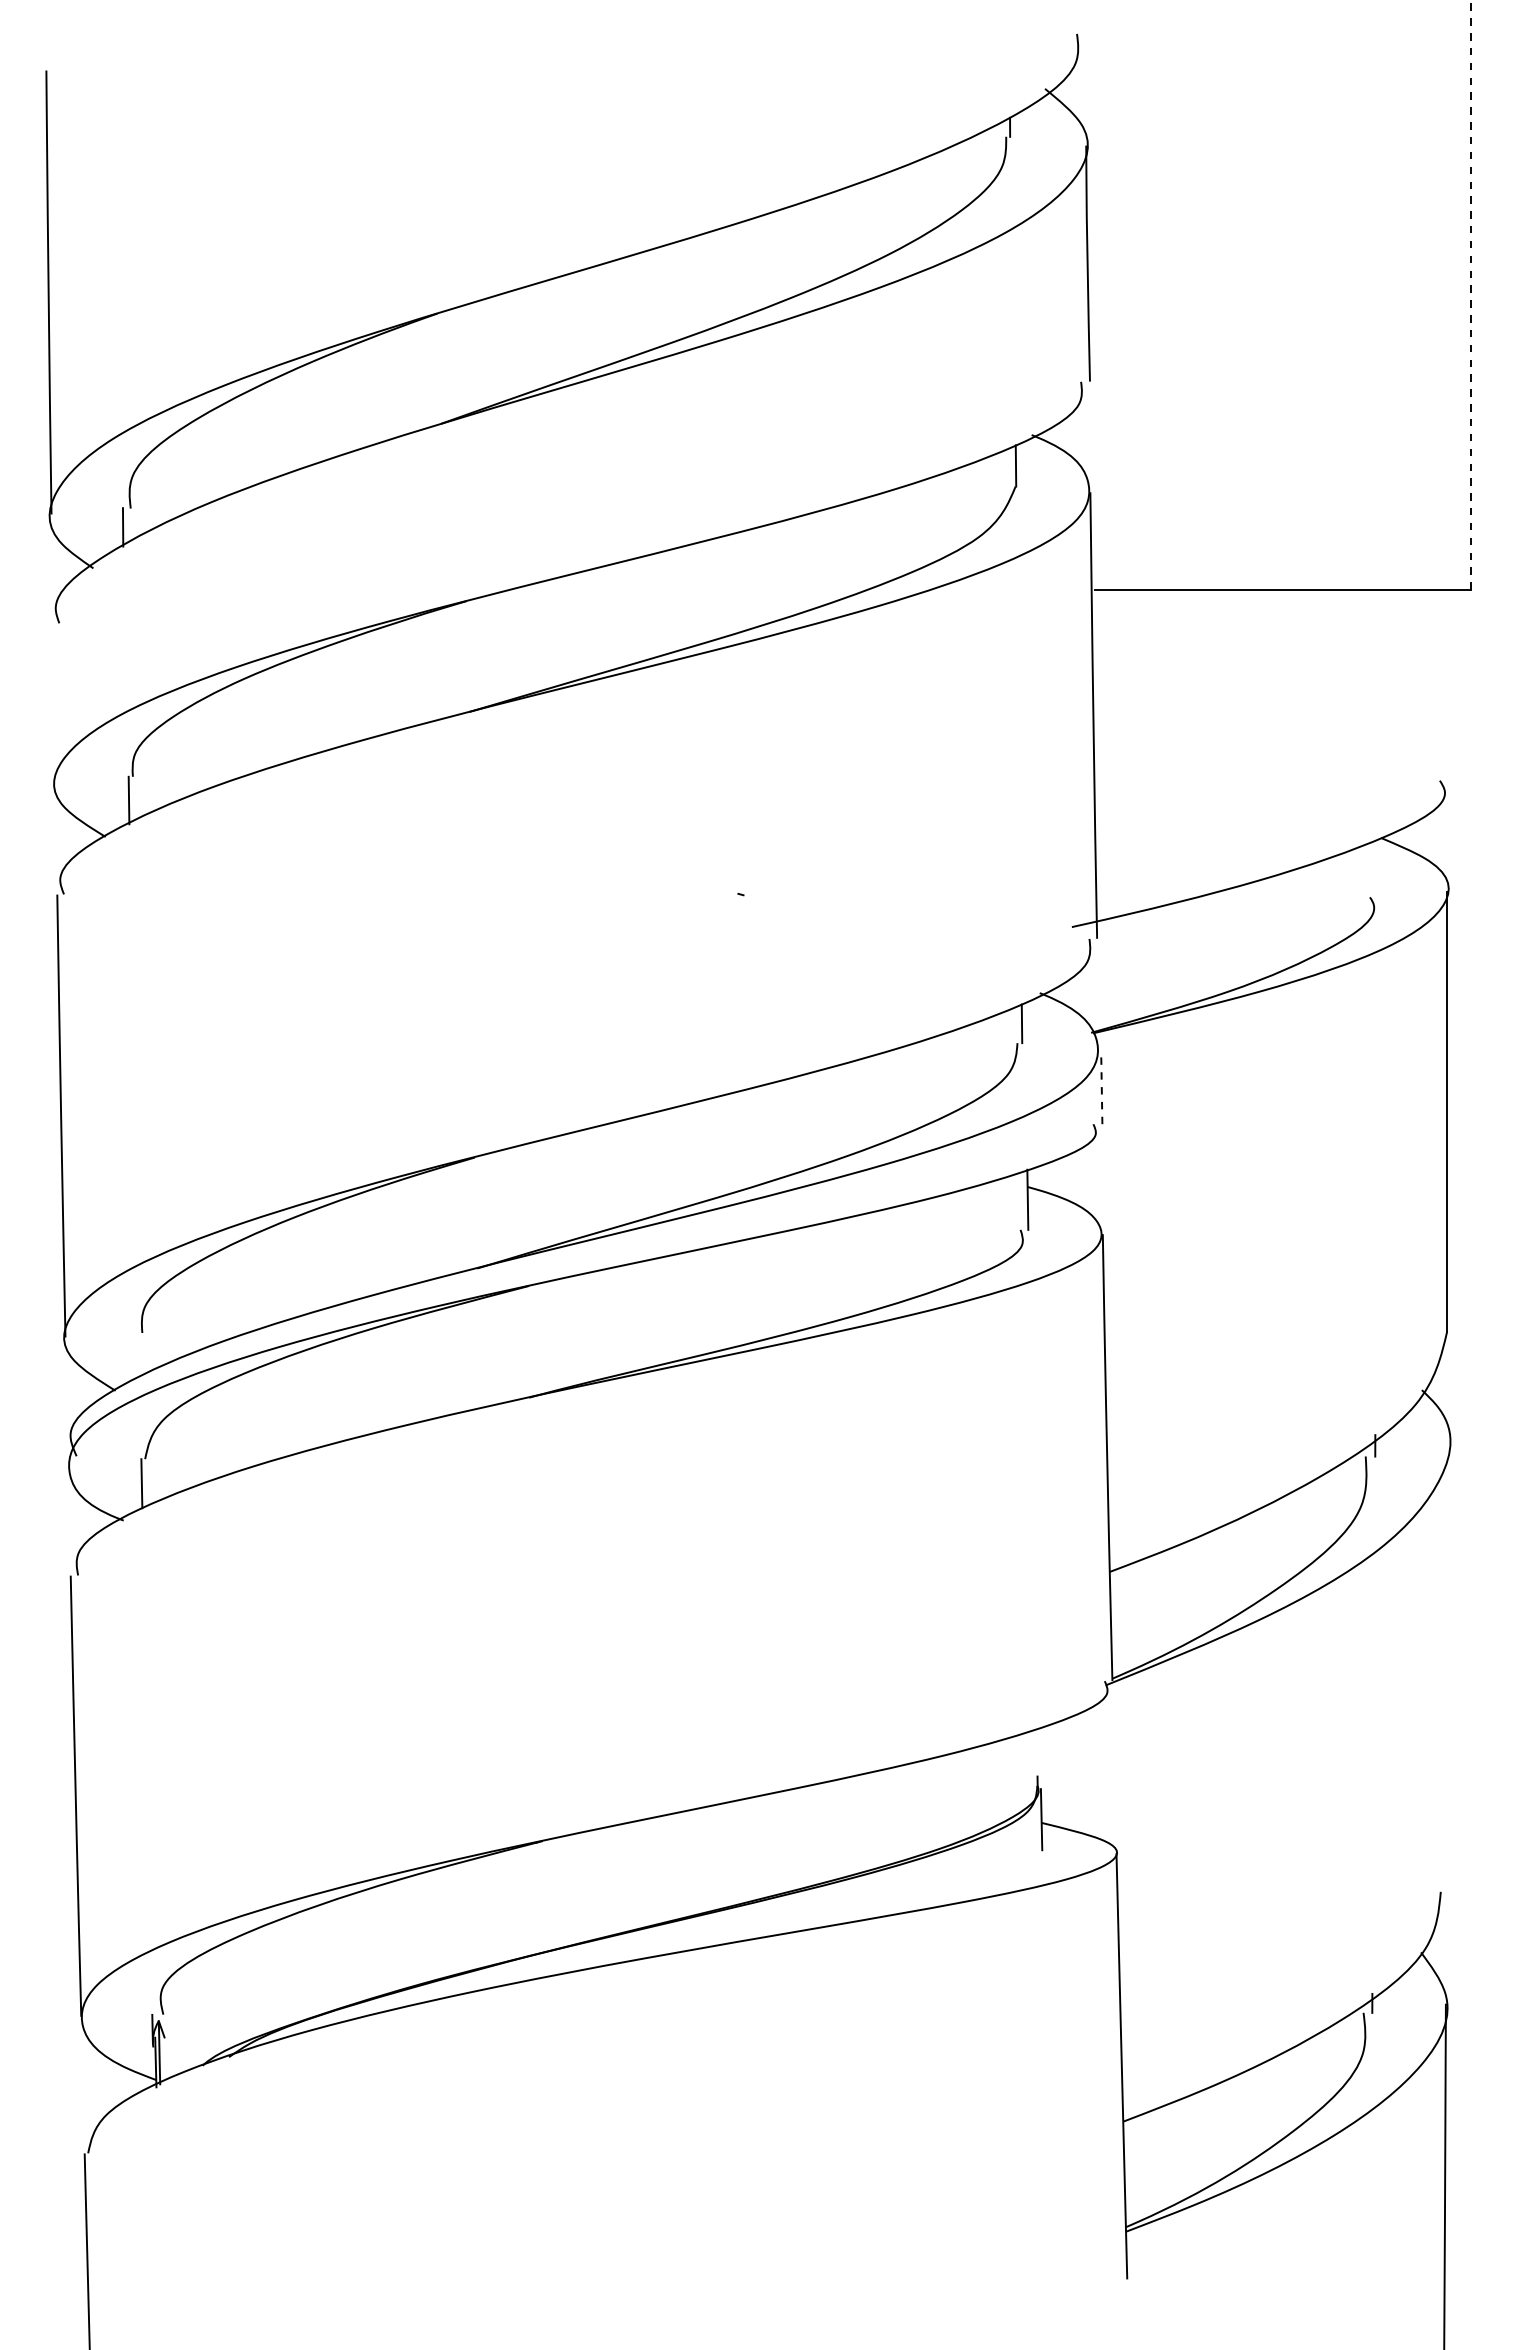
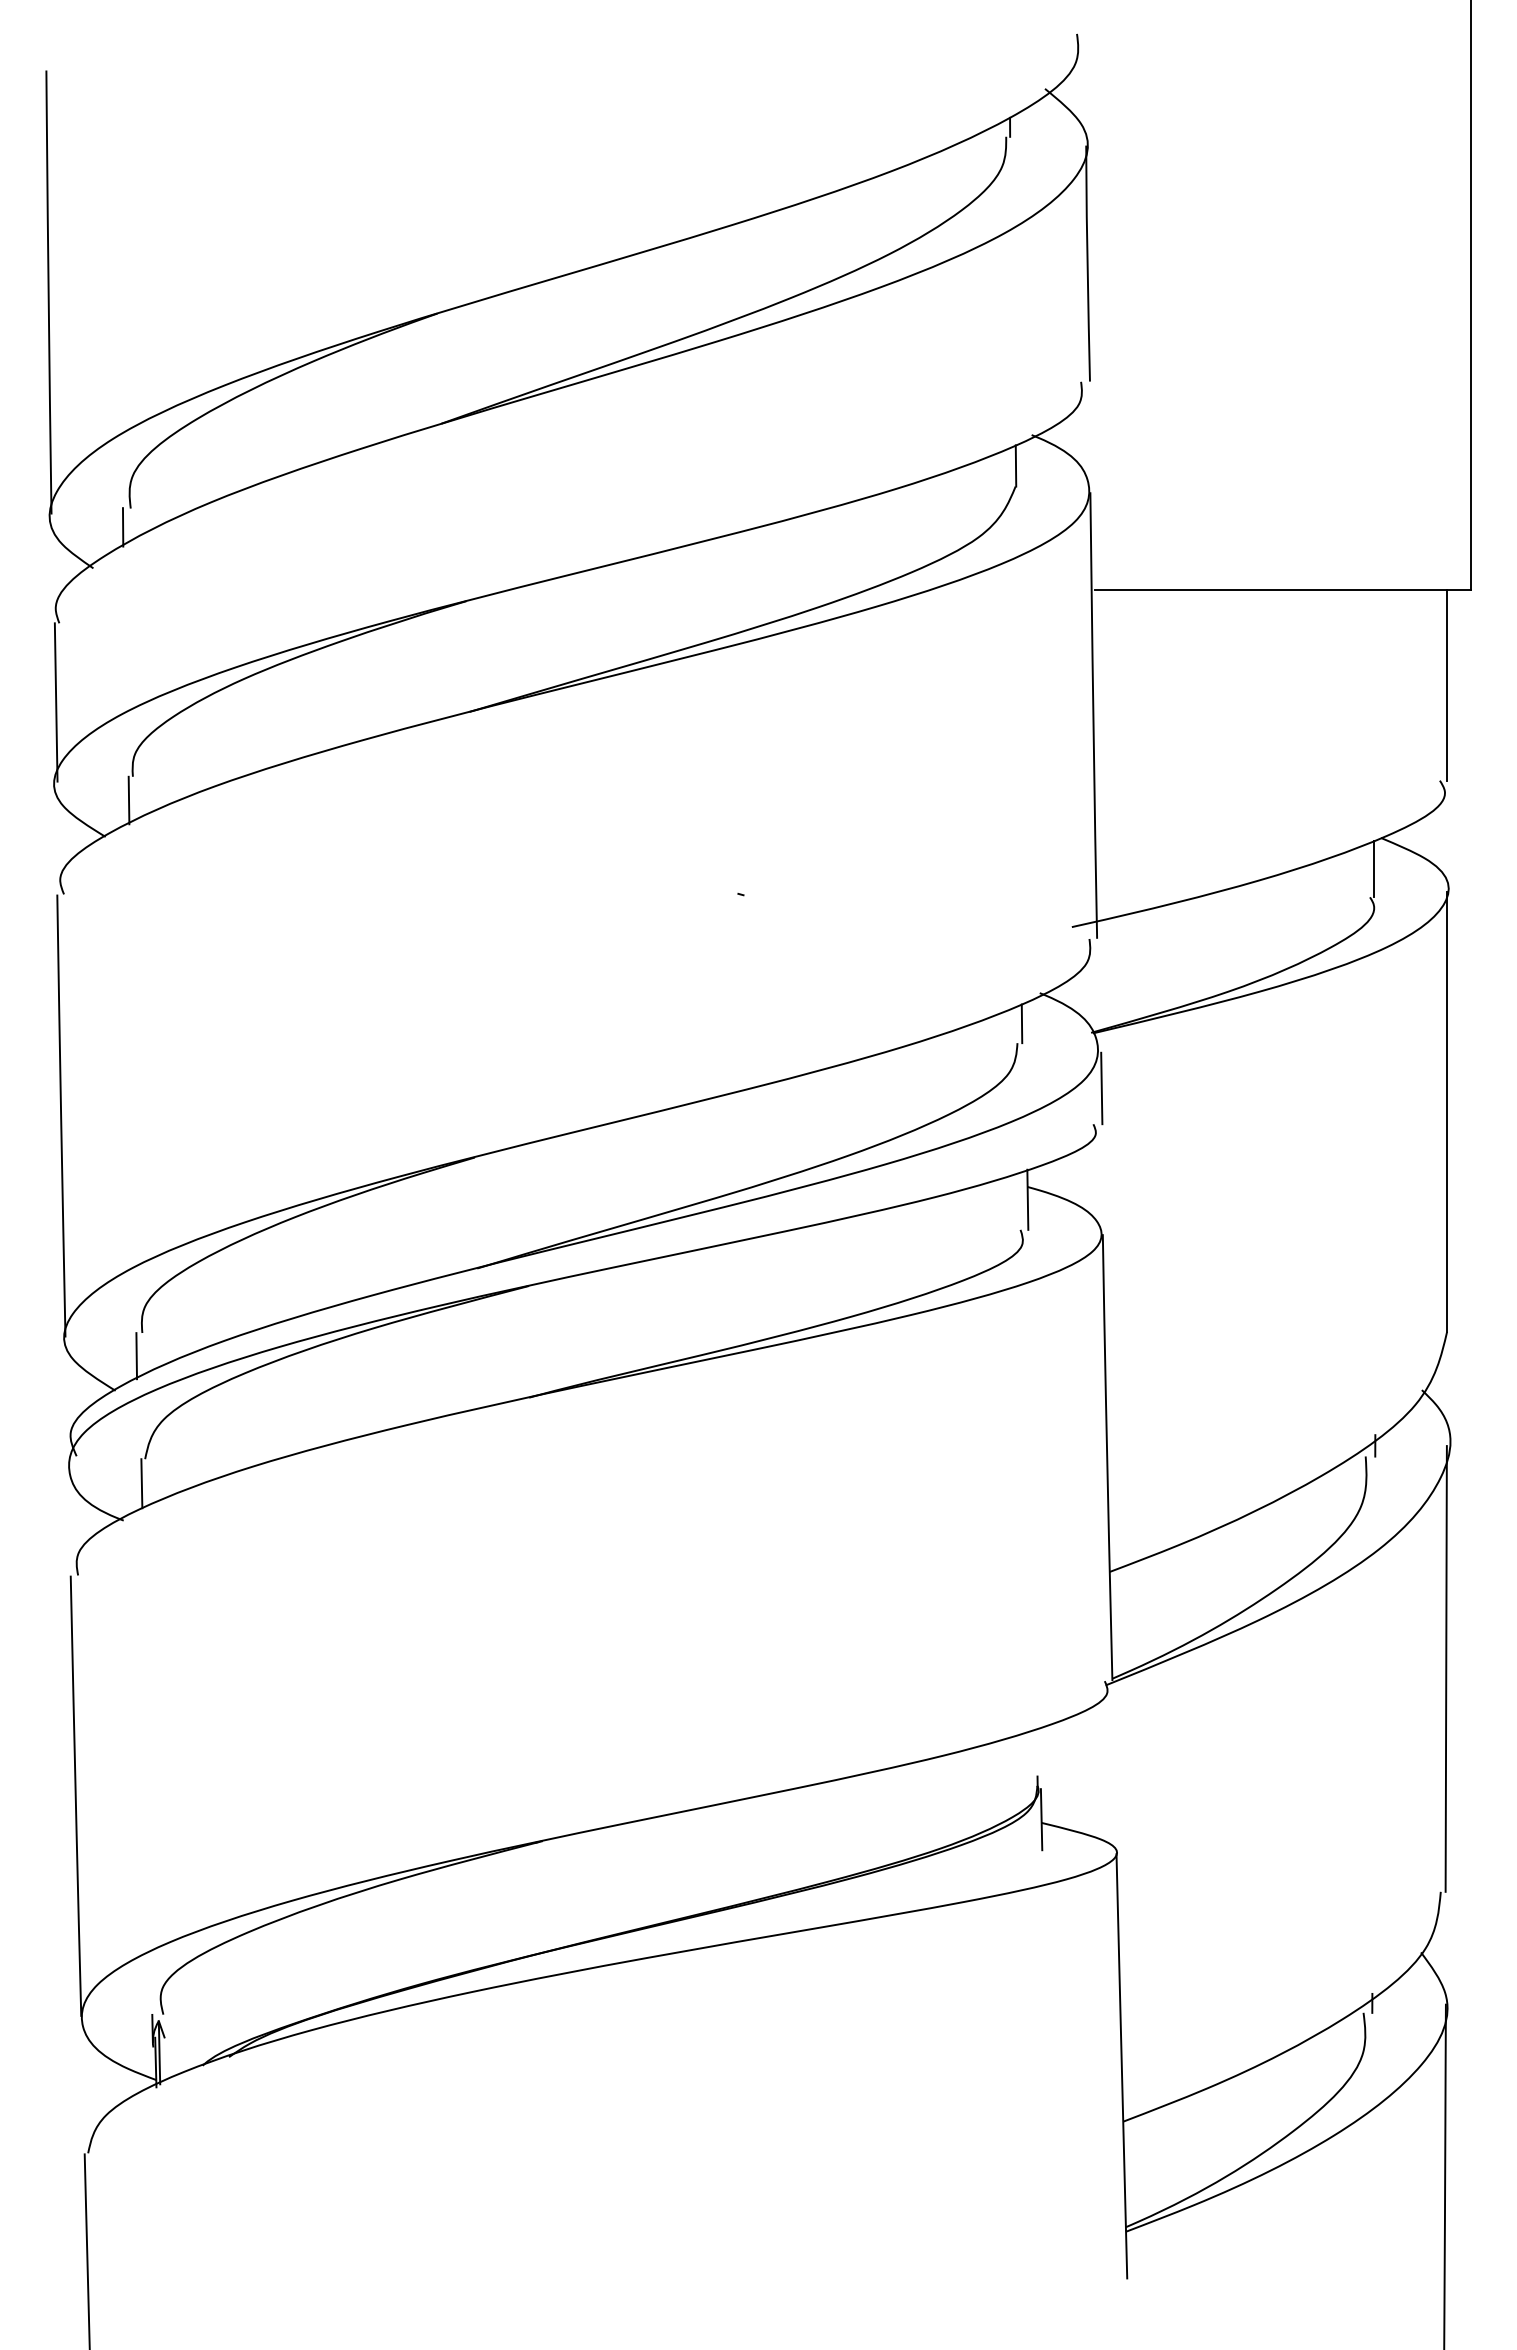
line at (1471, 294): dashed -> solid
line at (1447, 684): none -> present
line at (55, 702): none -> present
line at (1373, 868): none -> present
line at (1101, 1088): dashed -> solid
line at (136, 1356): none -> present
line at (1445, 1668): none -> present
